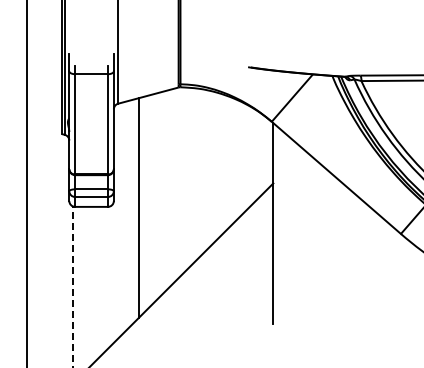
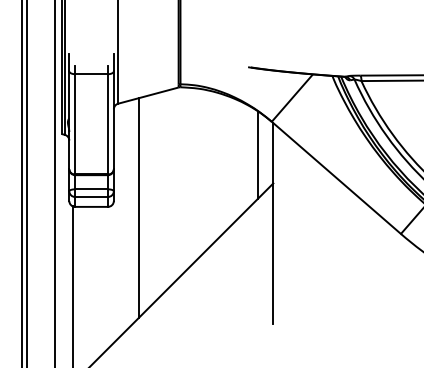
line at (258, 154): none -> present
line at (21, 183): none -> present
line at (54, 183): none -> present
line at (73, 287): dashed -> solid
